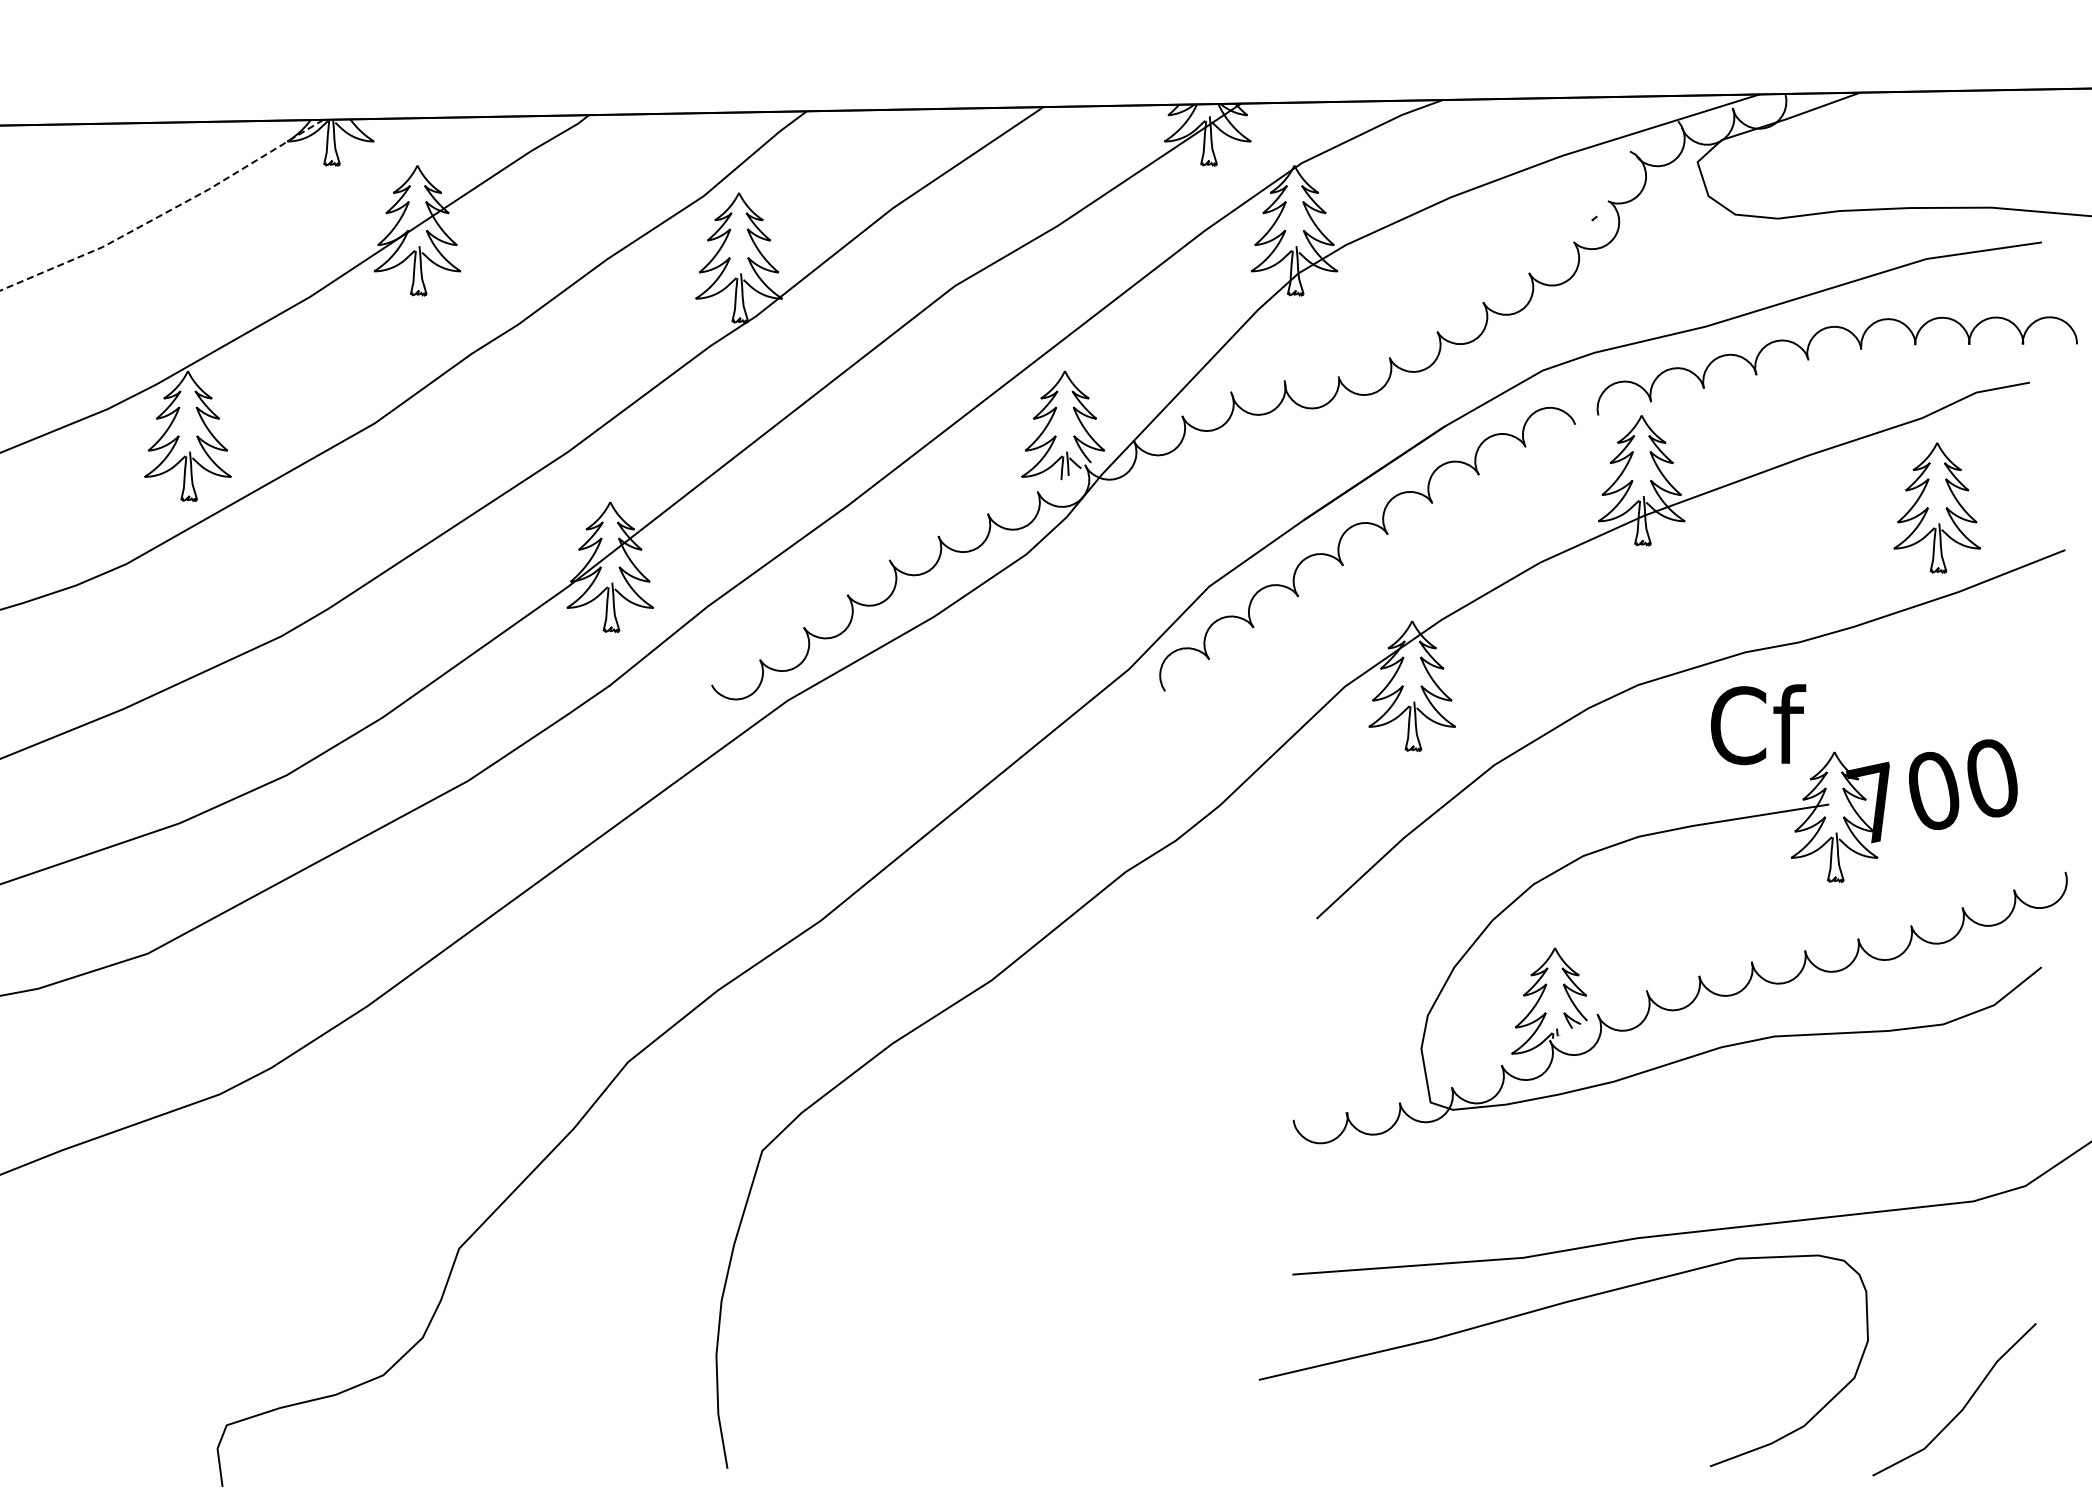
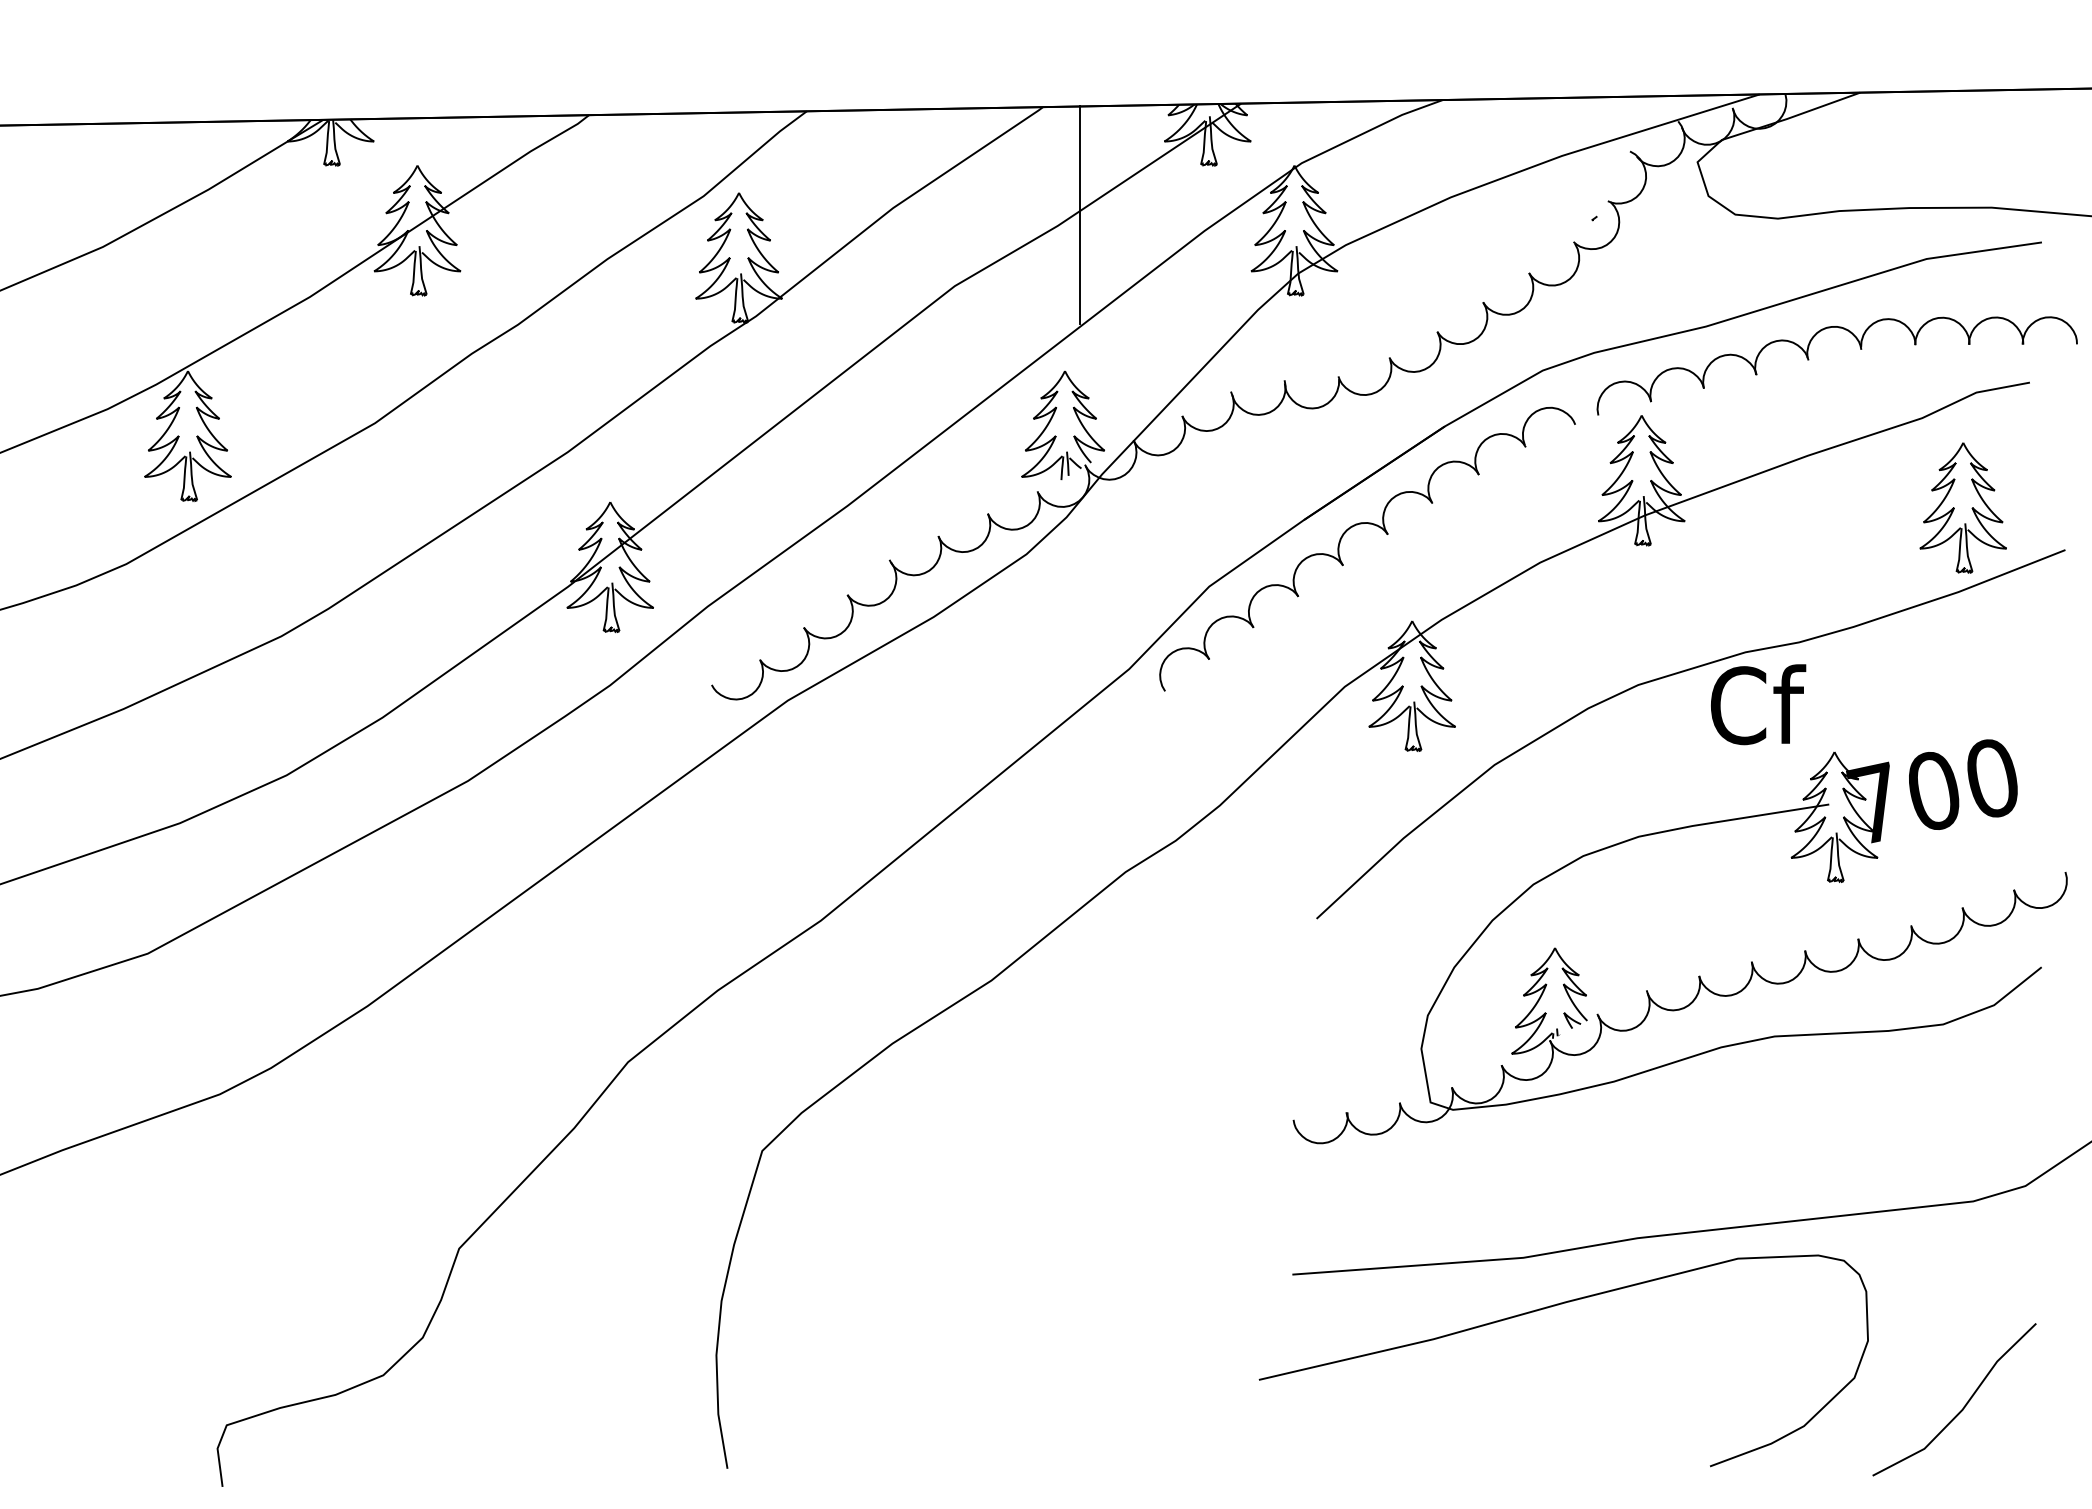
line at (165, 212): dashed -> solid
line at (1080, 215): none -> present
part at (1936, 507) position: (1936, 507) -> (1962, 507)
text at (1758, 724) position: (1758, 724) -> (1758, 704)
